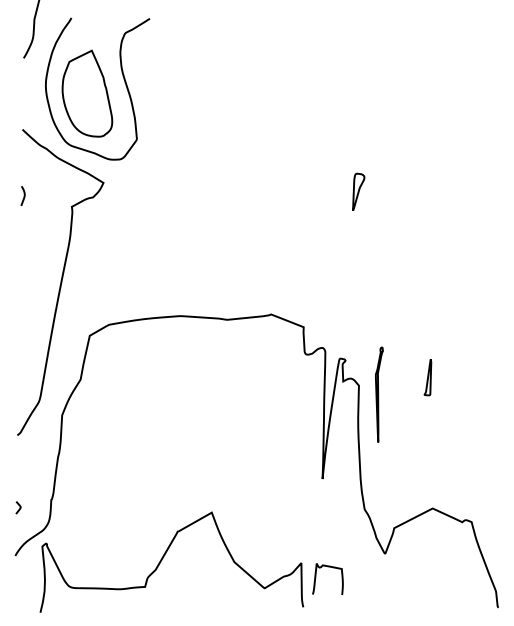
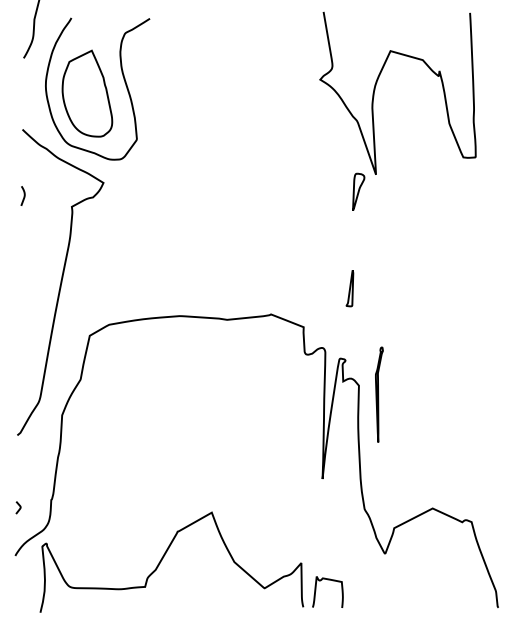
curve at (375, 90): none -> present
part at (427, 377) position: (427, 377) -> (349, 288)
curve at (327, 567) position: (327, 567) -> (327, 580)
